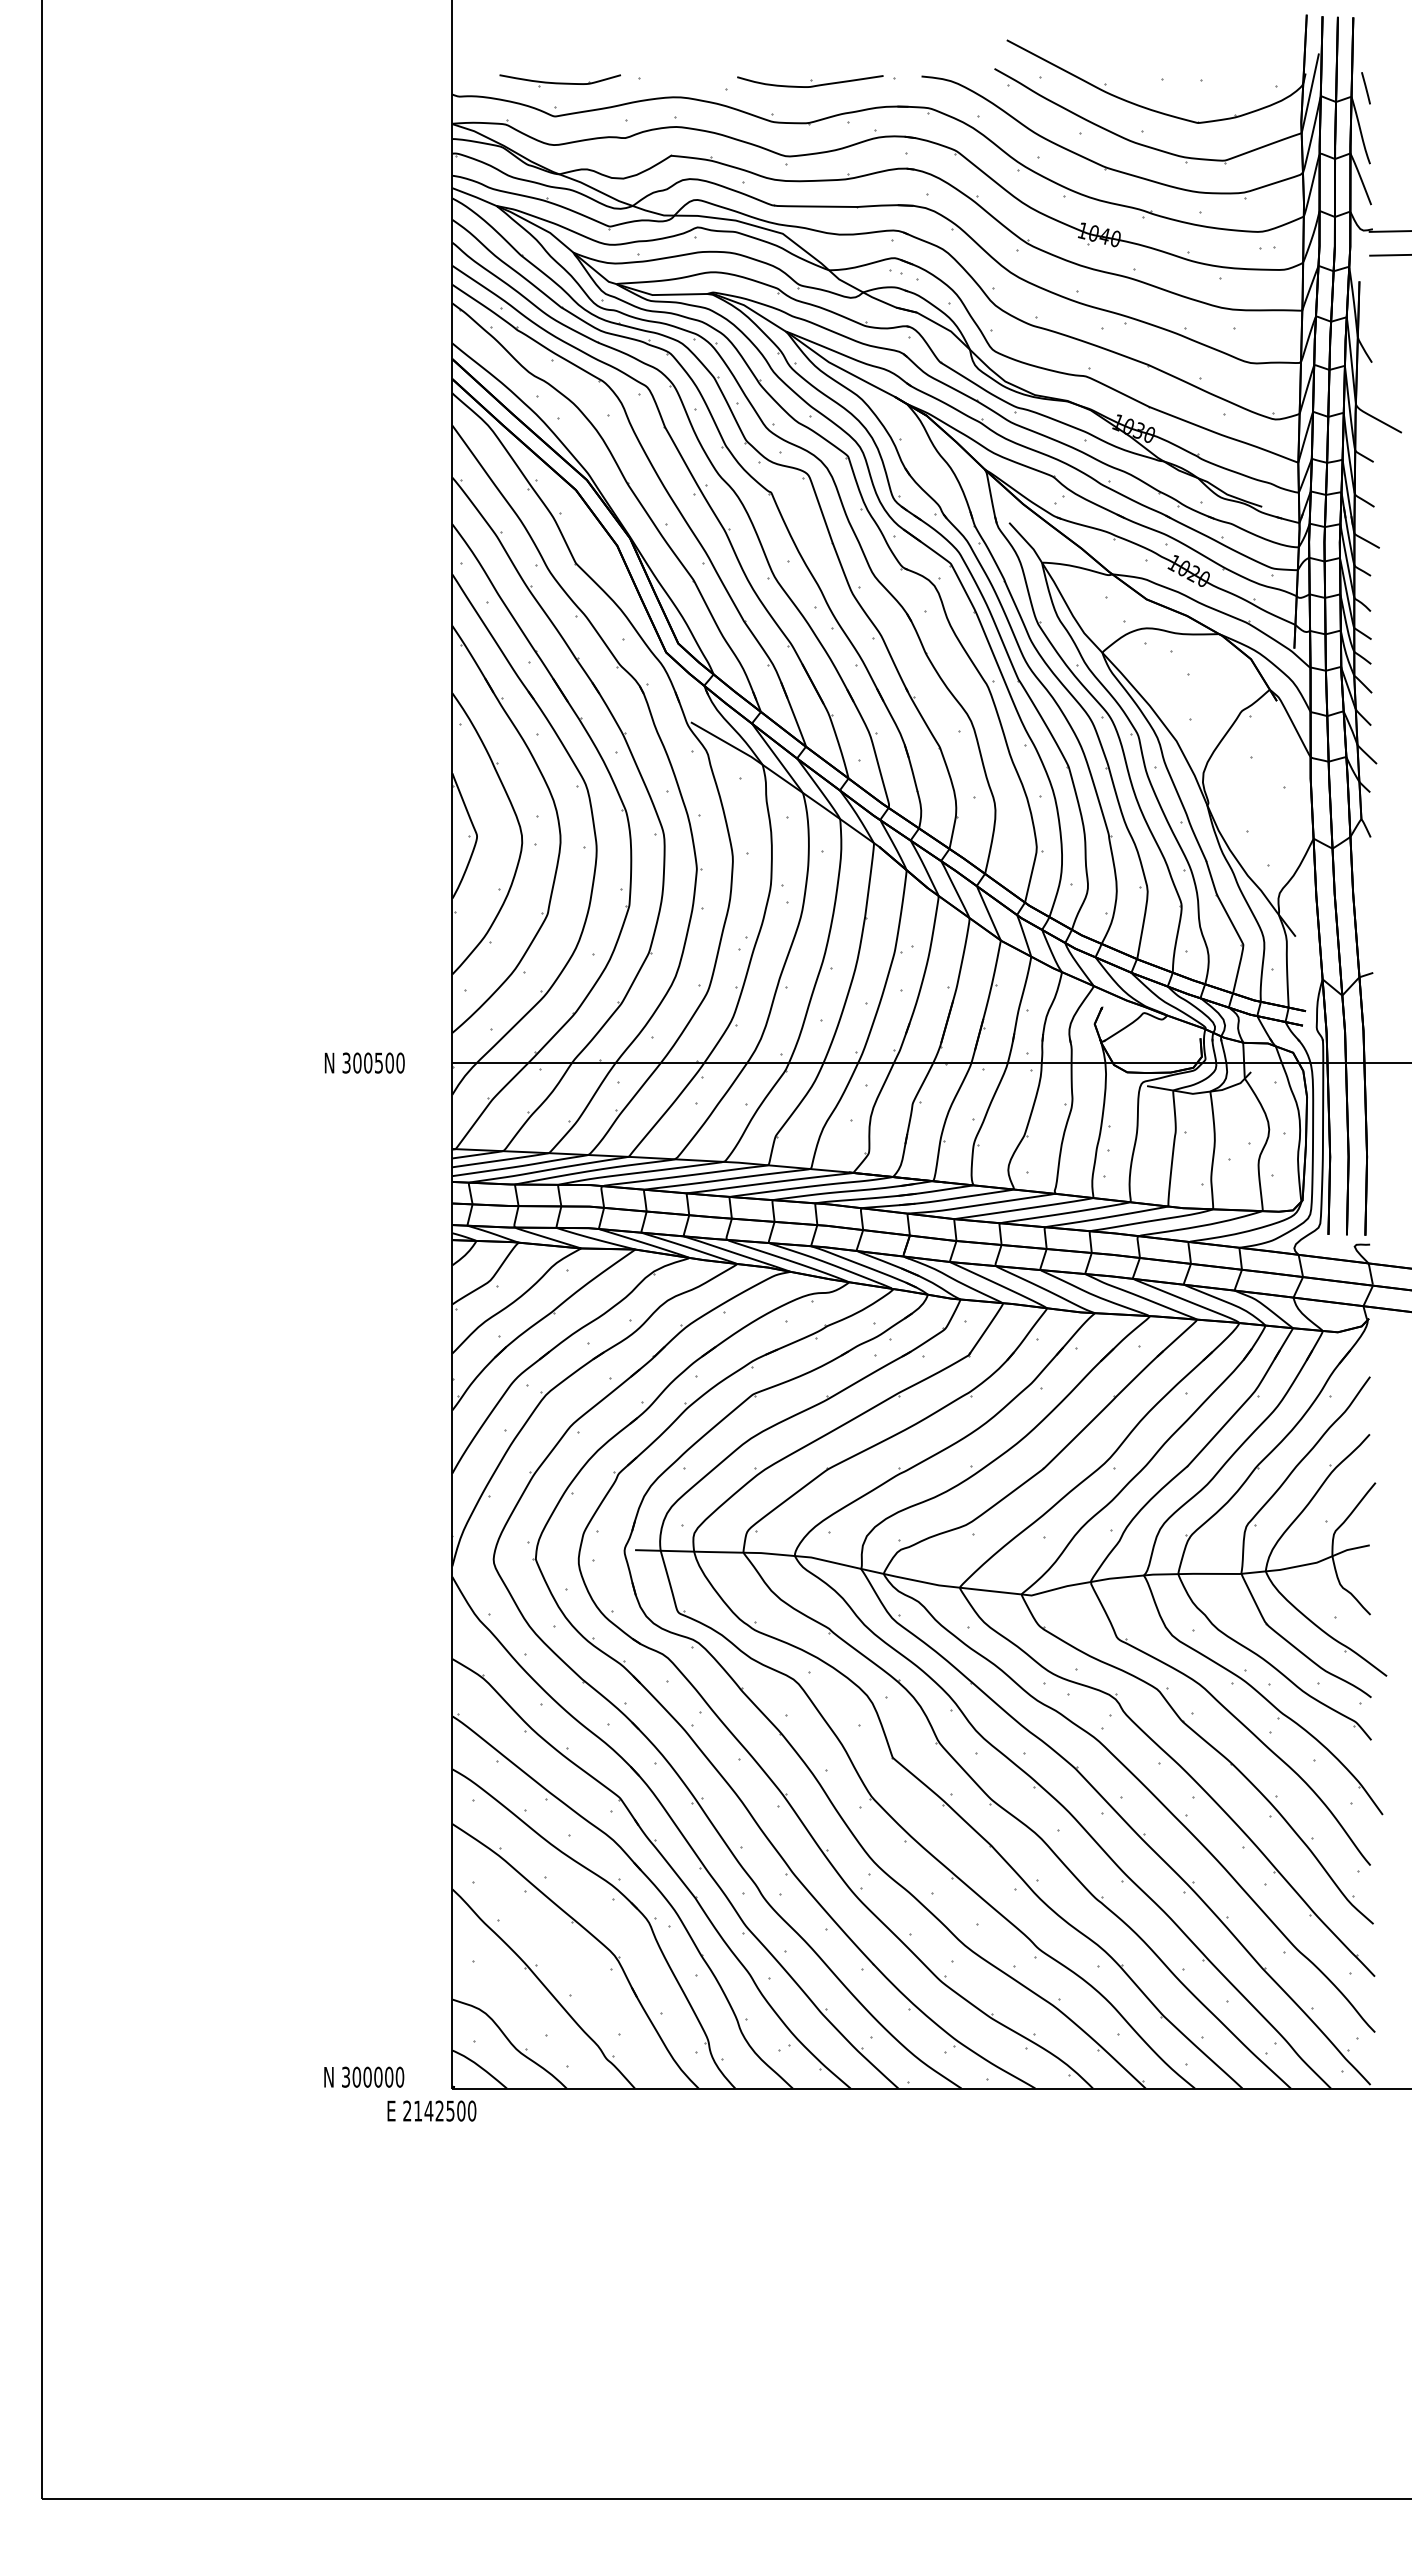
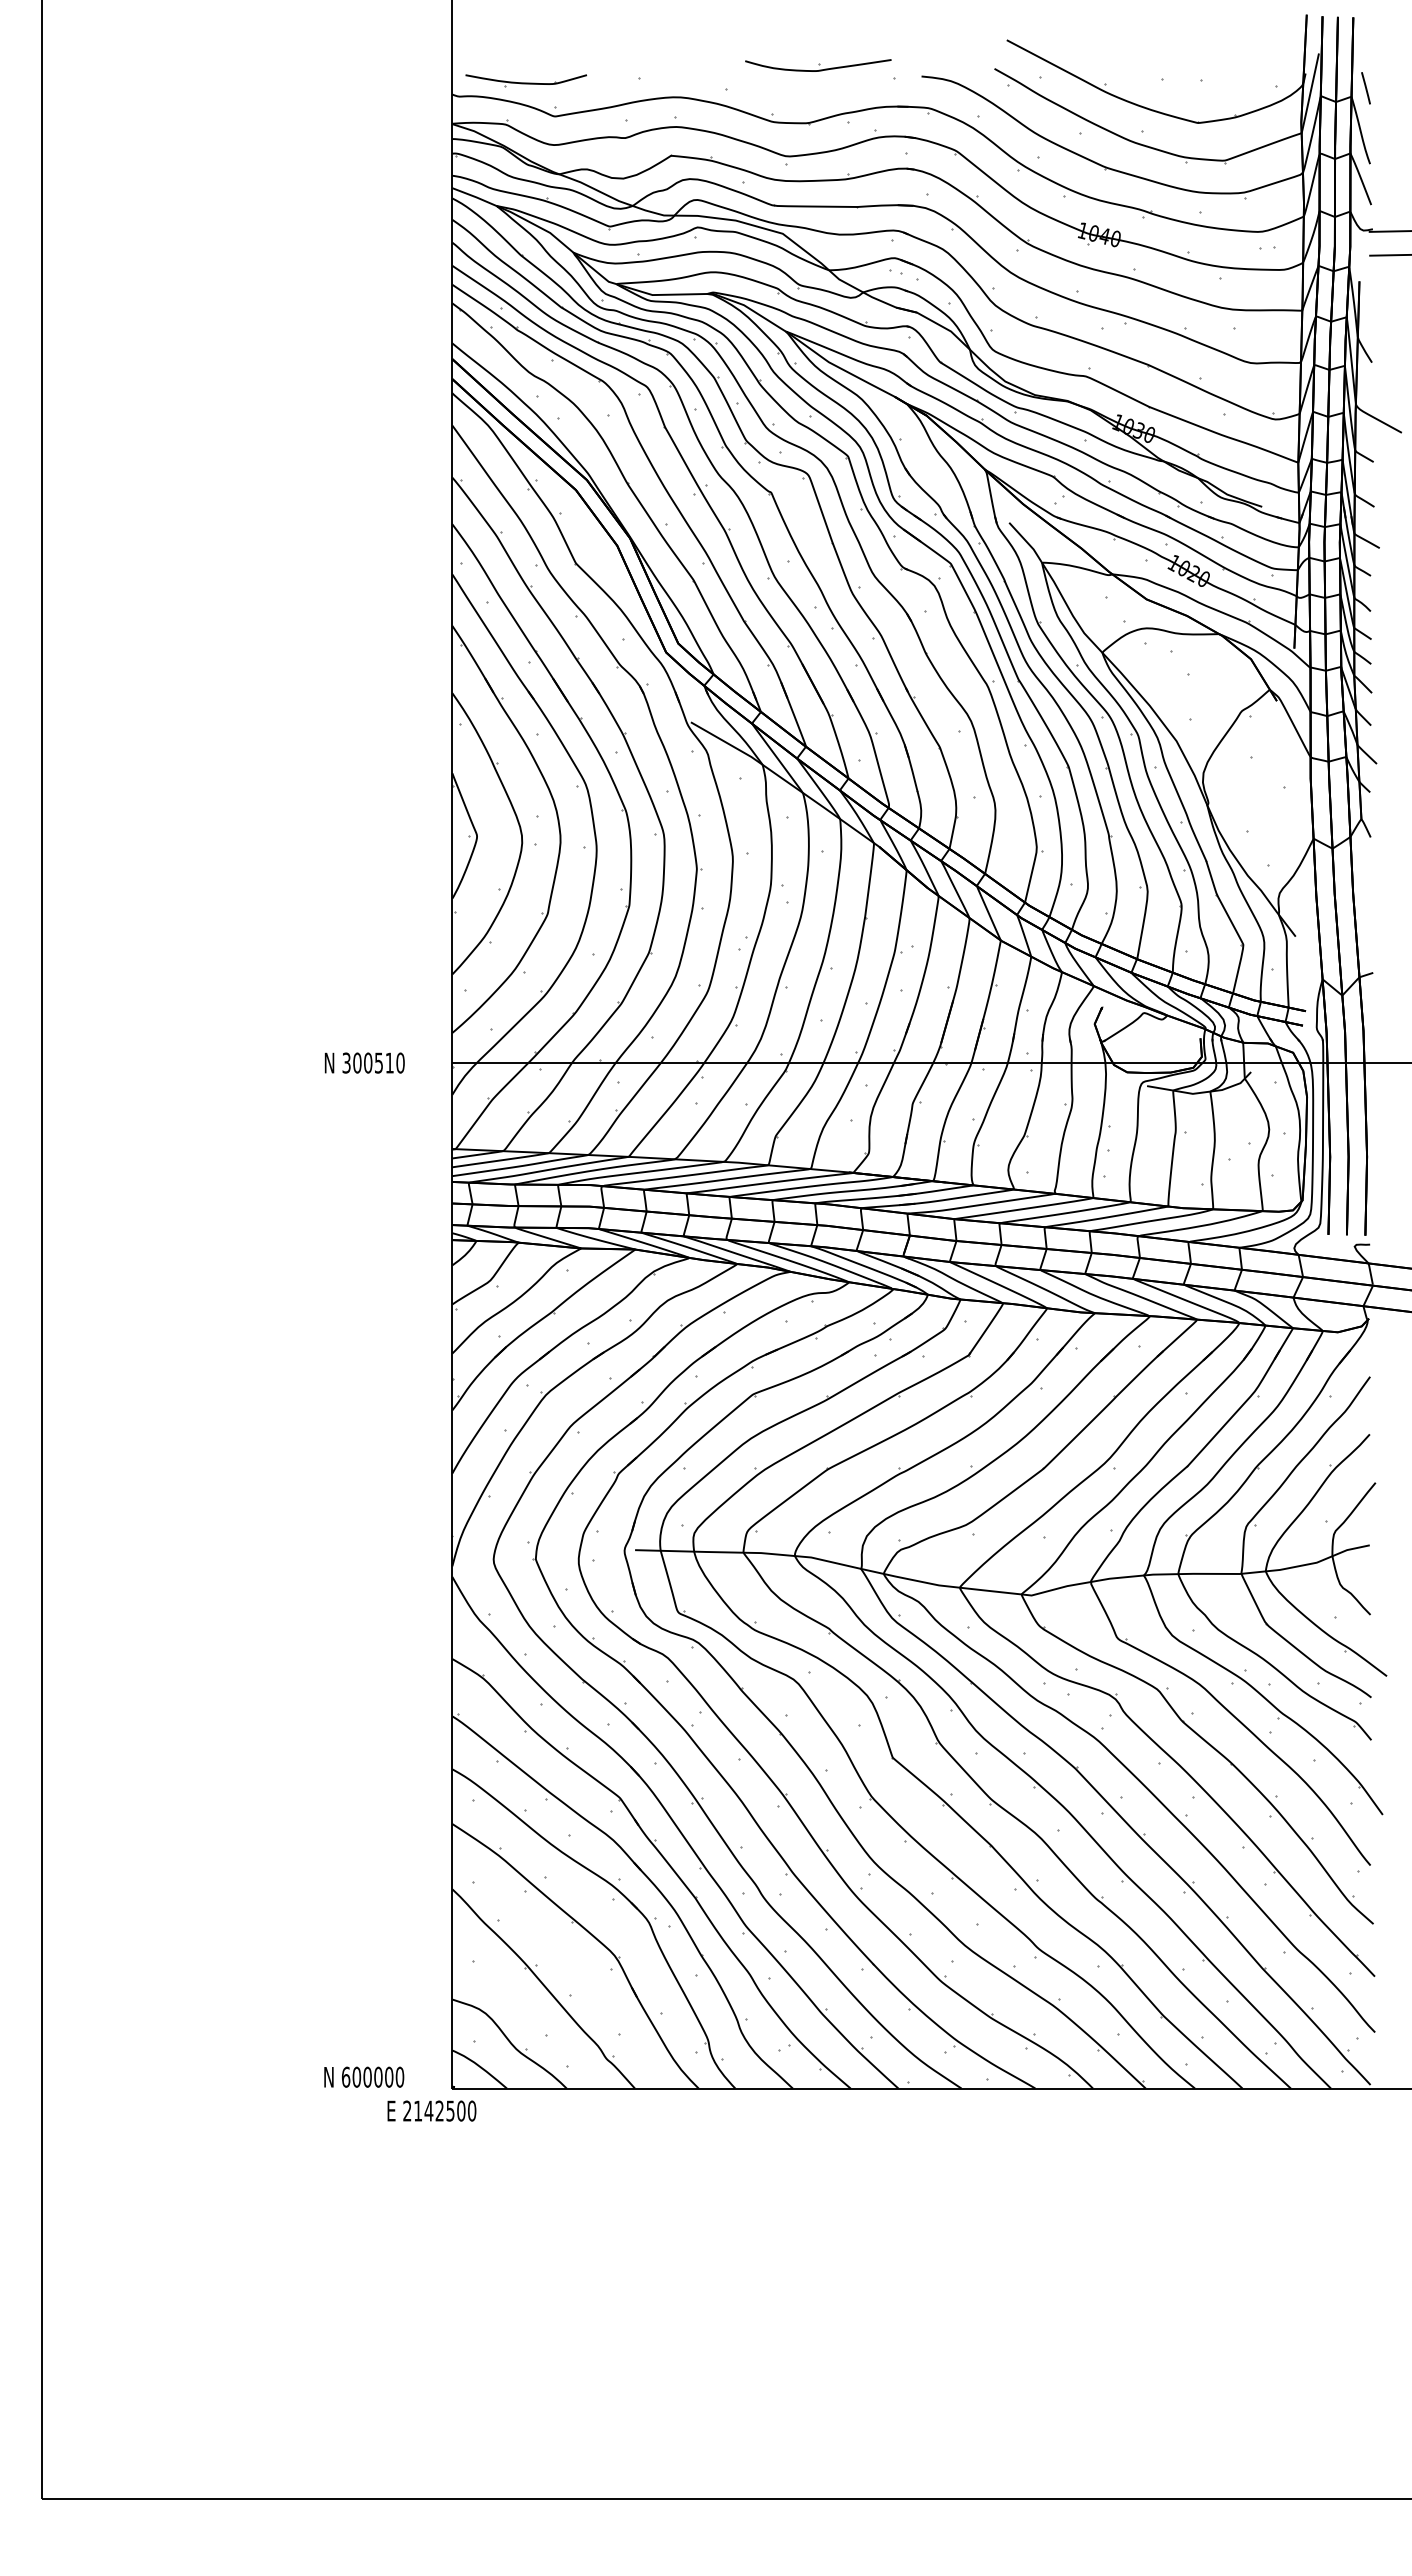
part at (559, 80) position: (559, 80) -> (525, 80)
part at (810, 81) position: (810, 81) -> (818, 65)
text at (389, 1062): 300500 -> 300510
text at (345, 2076): 300000 -> 600000
